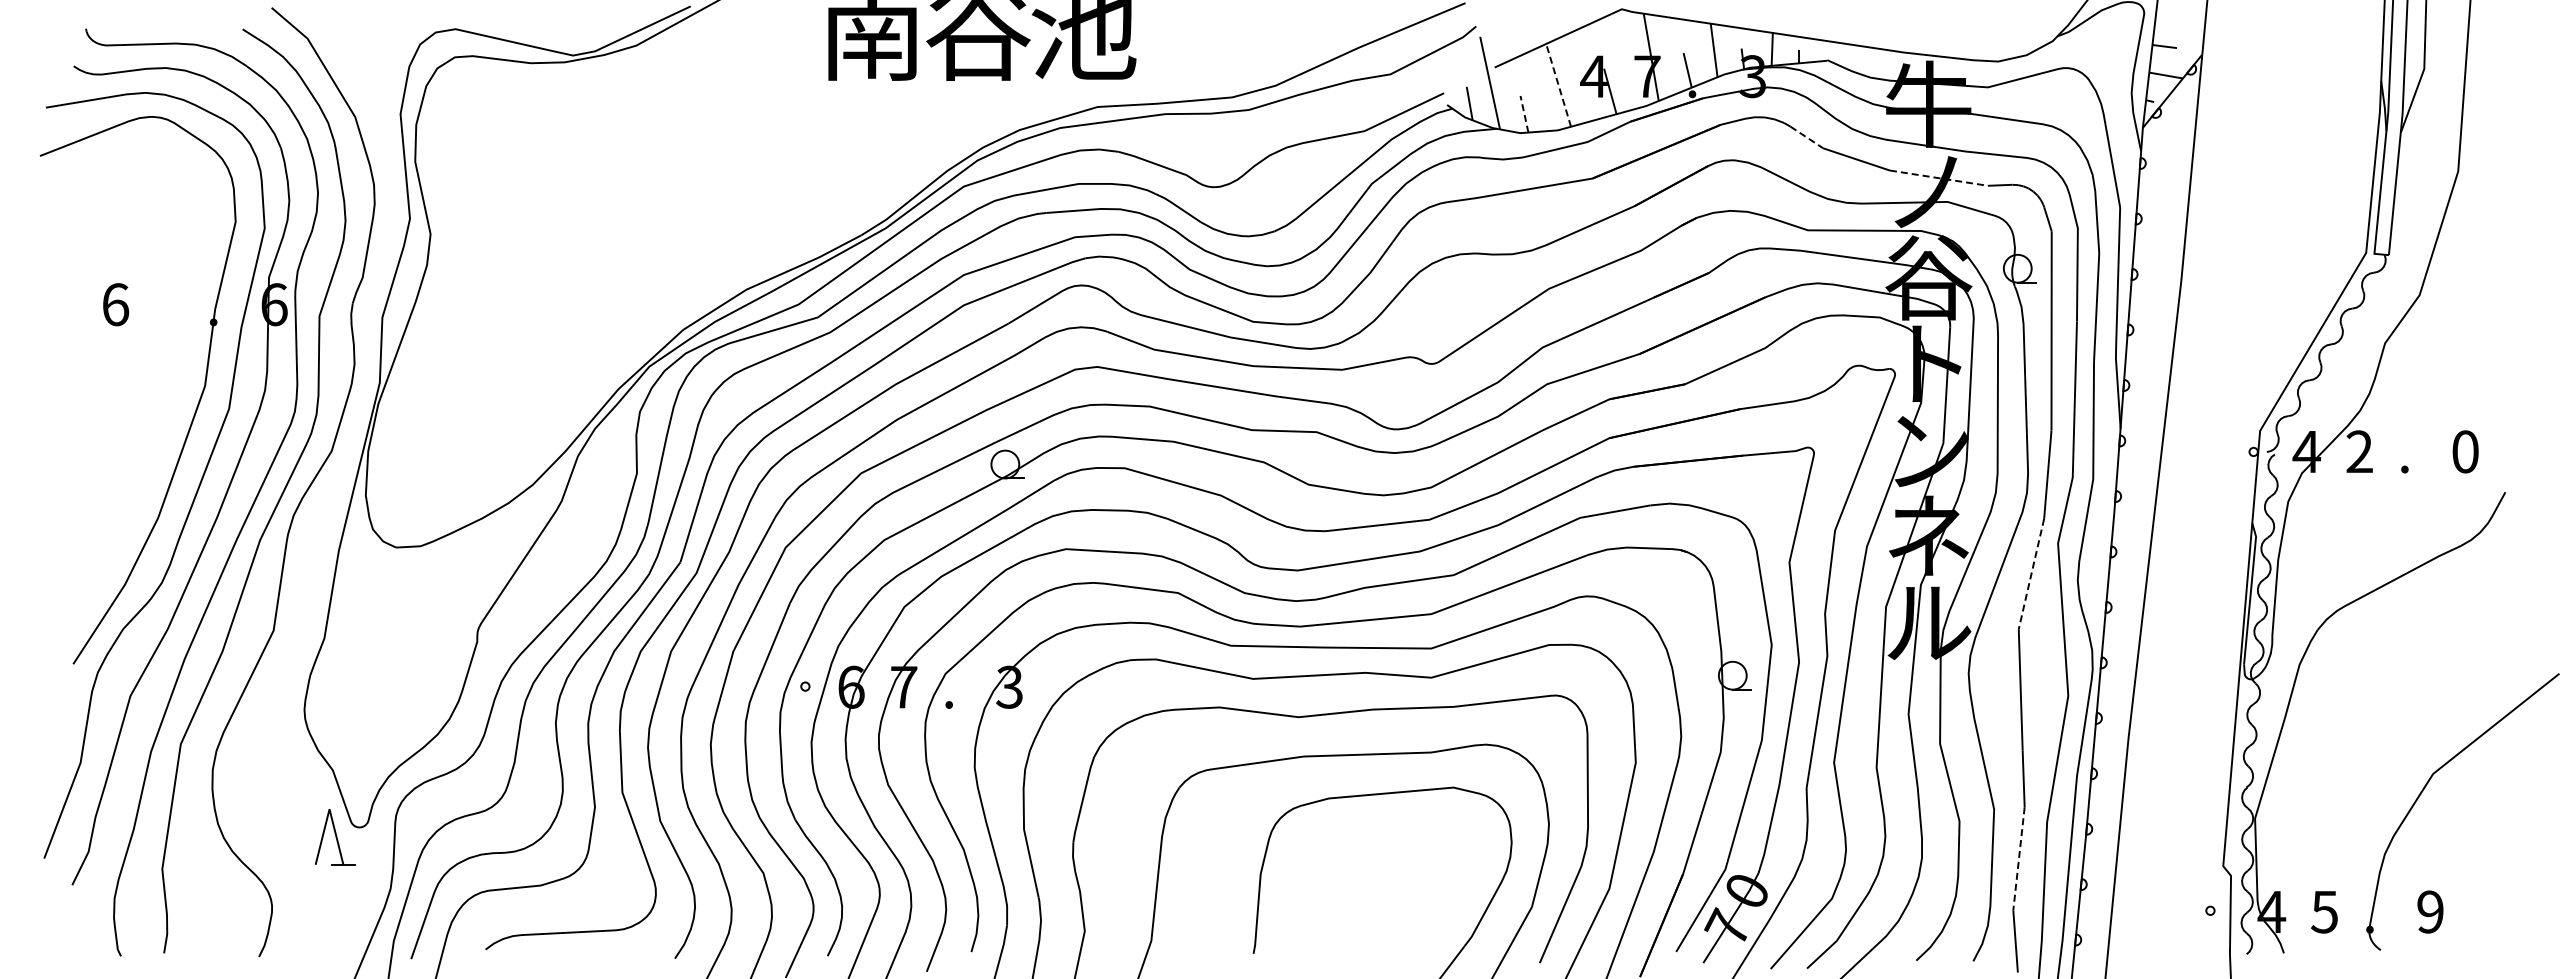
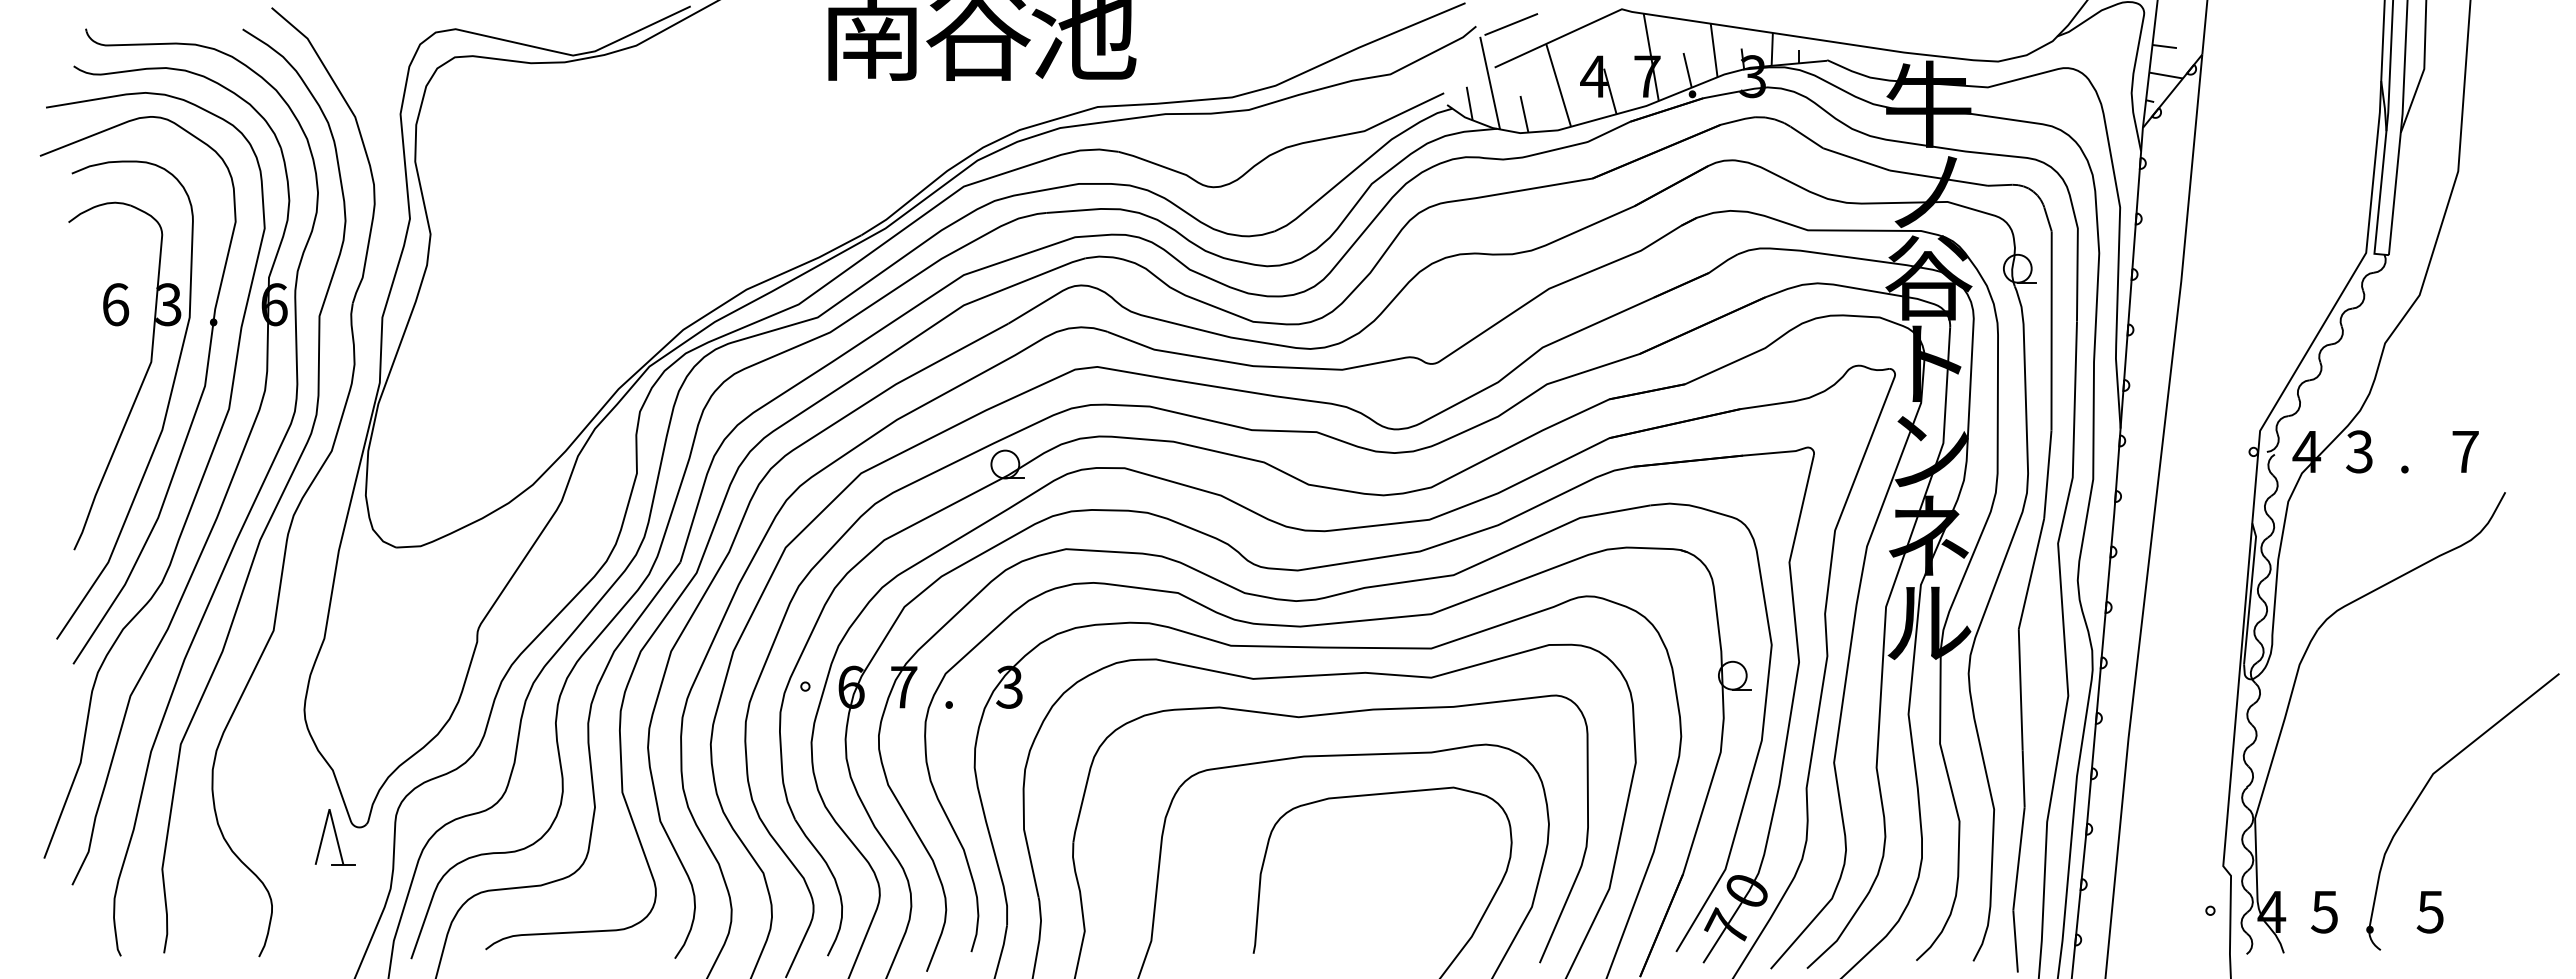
line at (1511, 24): none -> present
line at (1558, 84): dashed -> solid
line at (1524, 114): dashed -> solid
line at (1806, 137): dashed -> solid
line at (1938, 178): dashed -> solid
part at (133, 401): none -> present
text at (2359, 451): 2 -> 3
text at (2465, 451): 0 -> 7
line at (2031, 574): dashed -> solid
line at (2018, 858): dashed -> solid
text at (2429, 911): 9 -> 5
